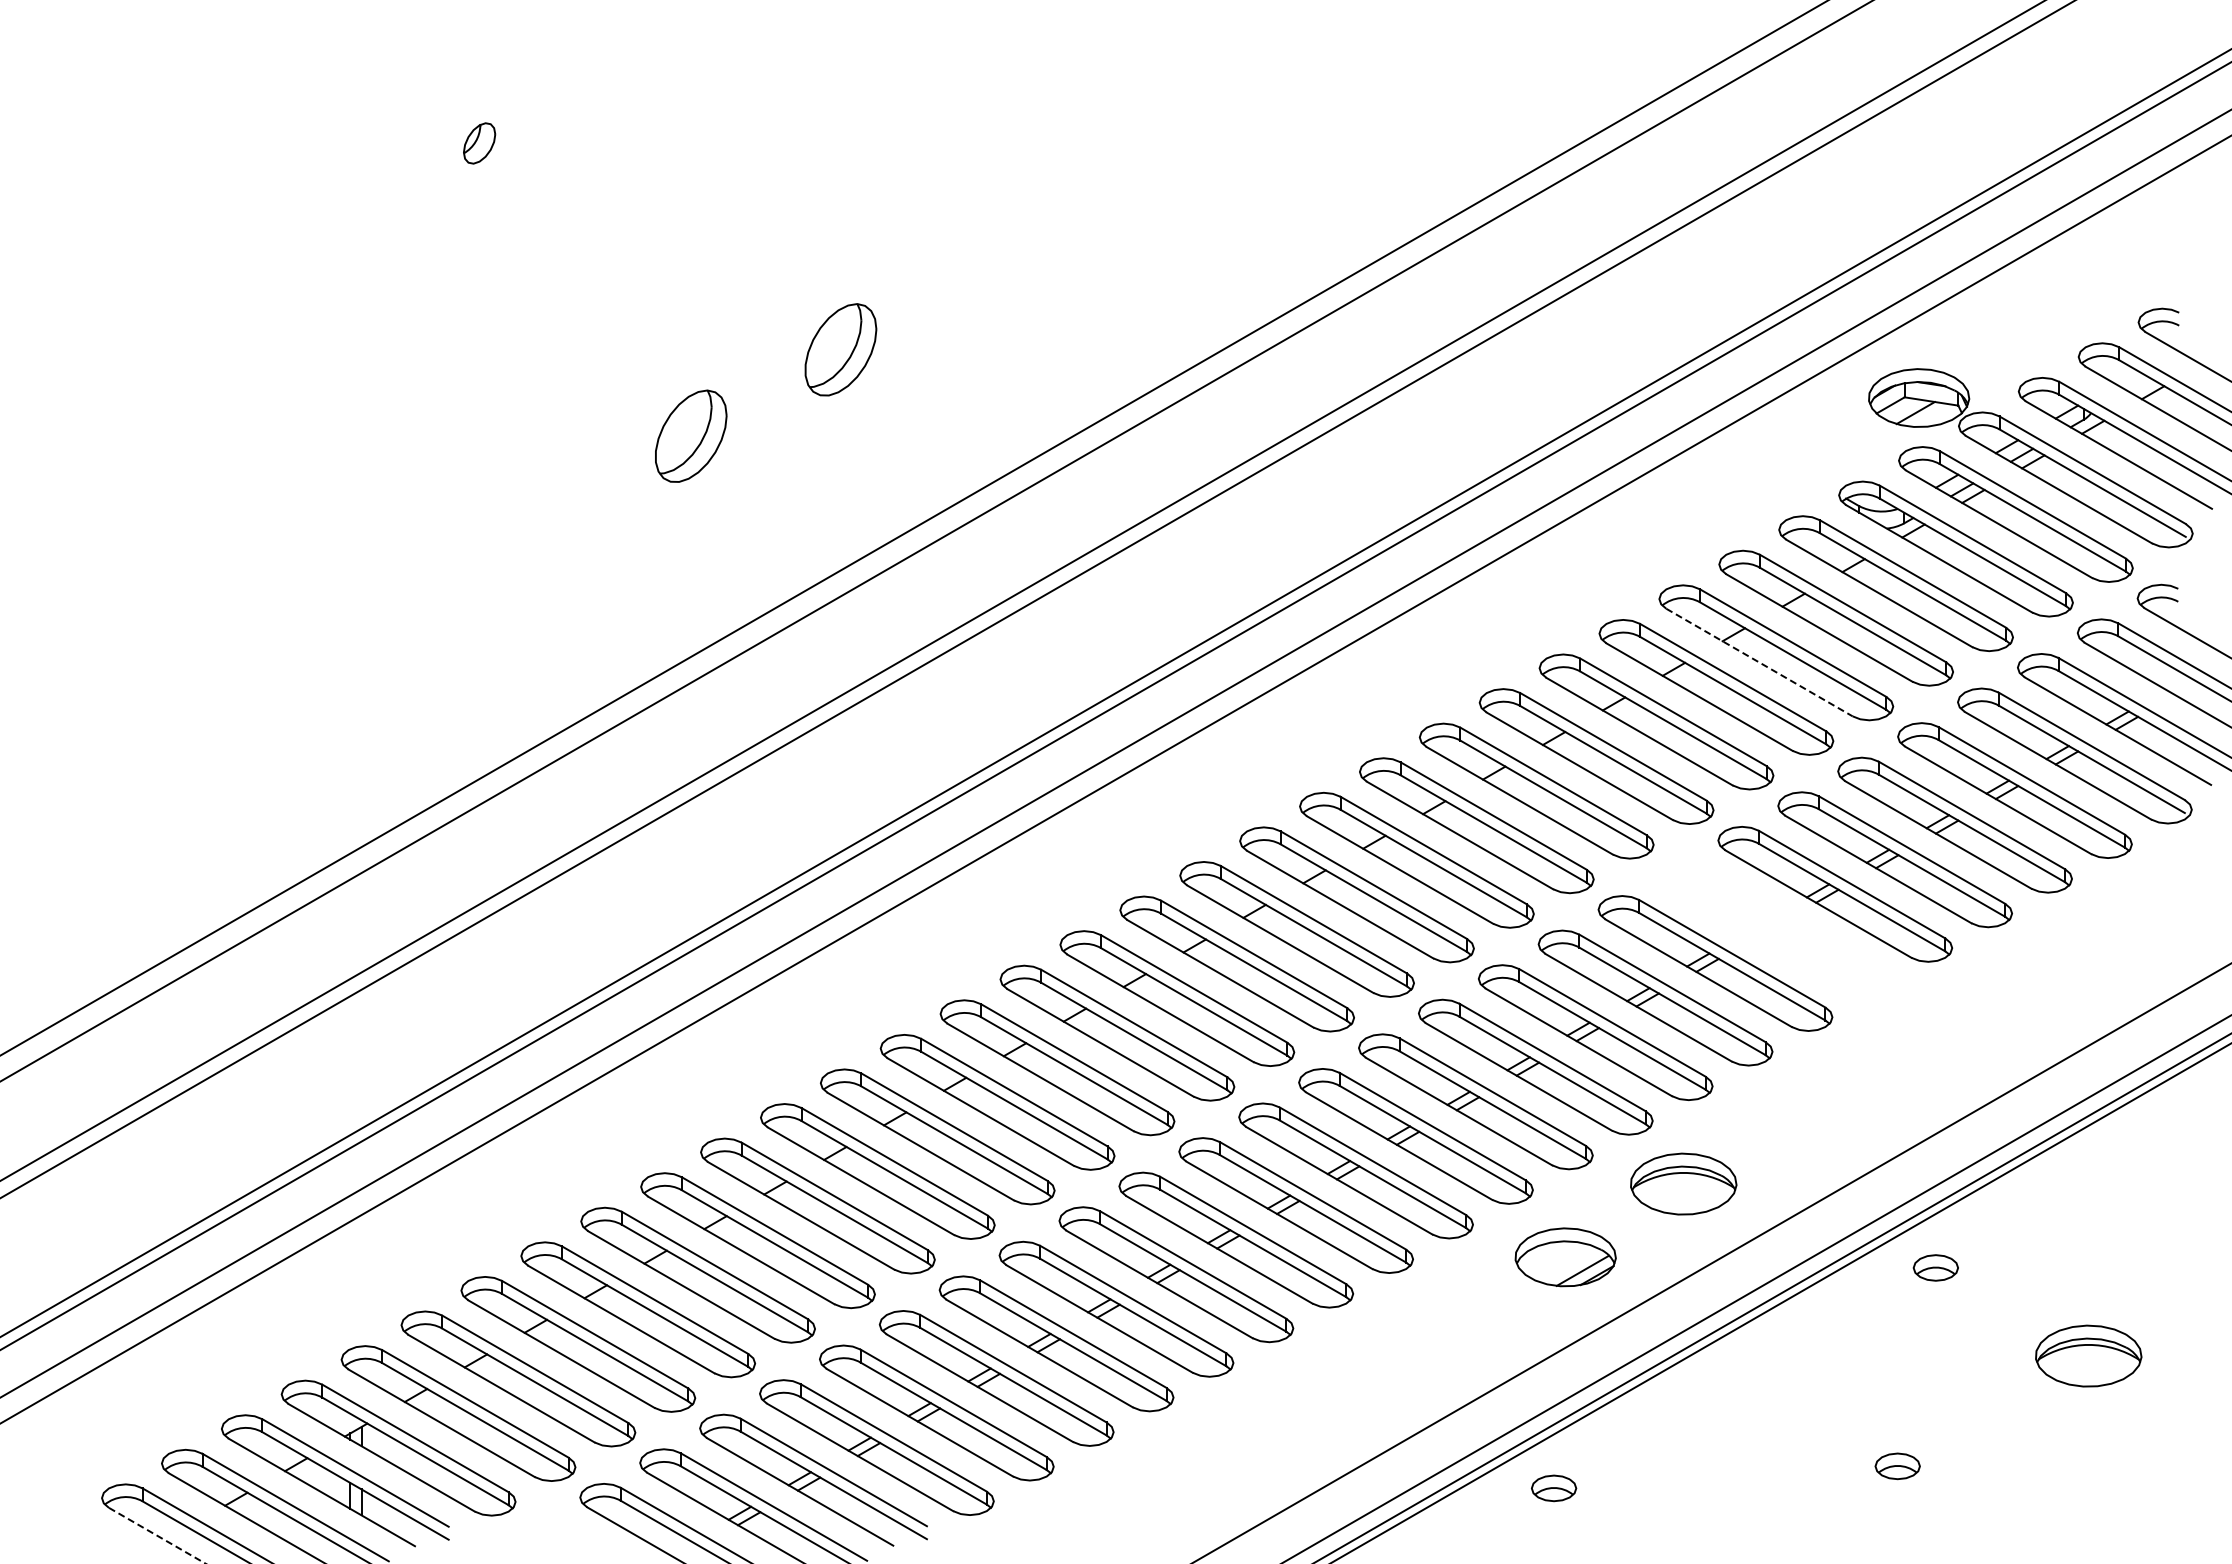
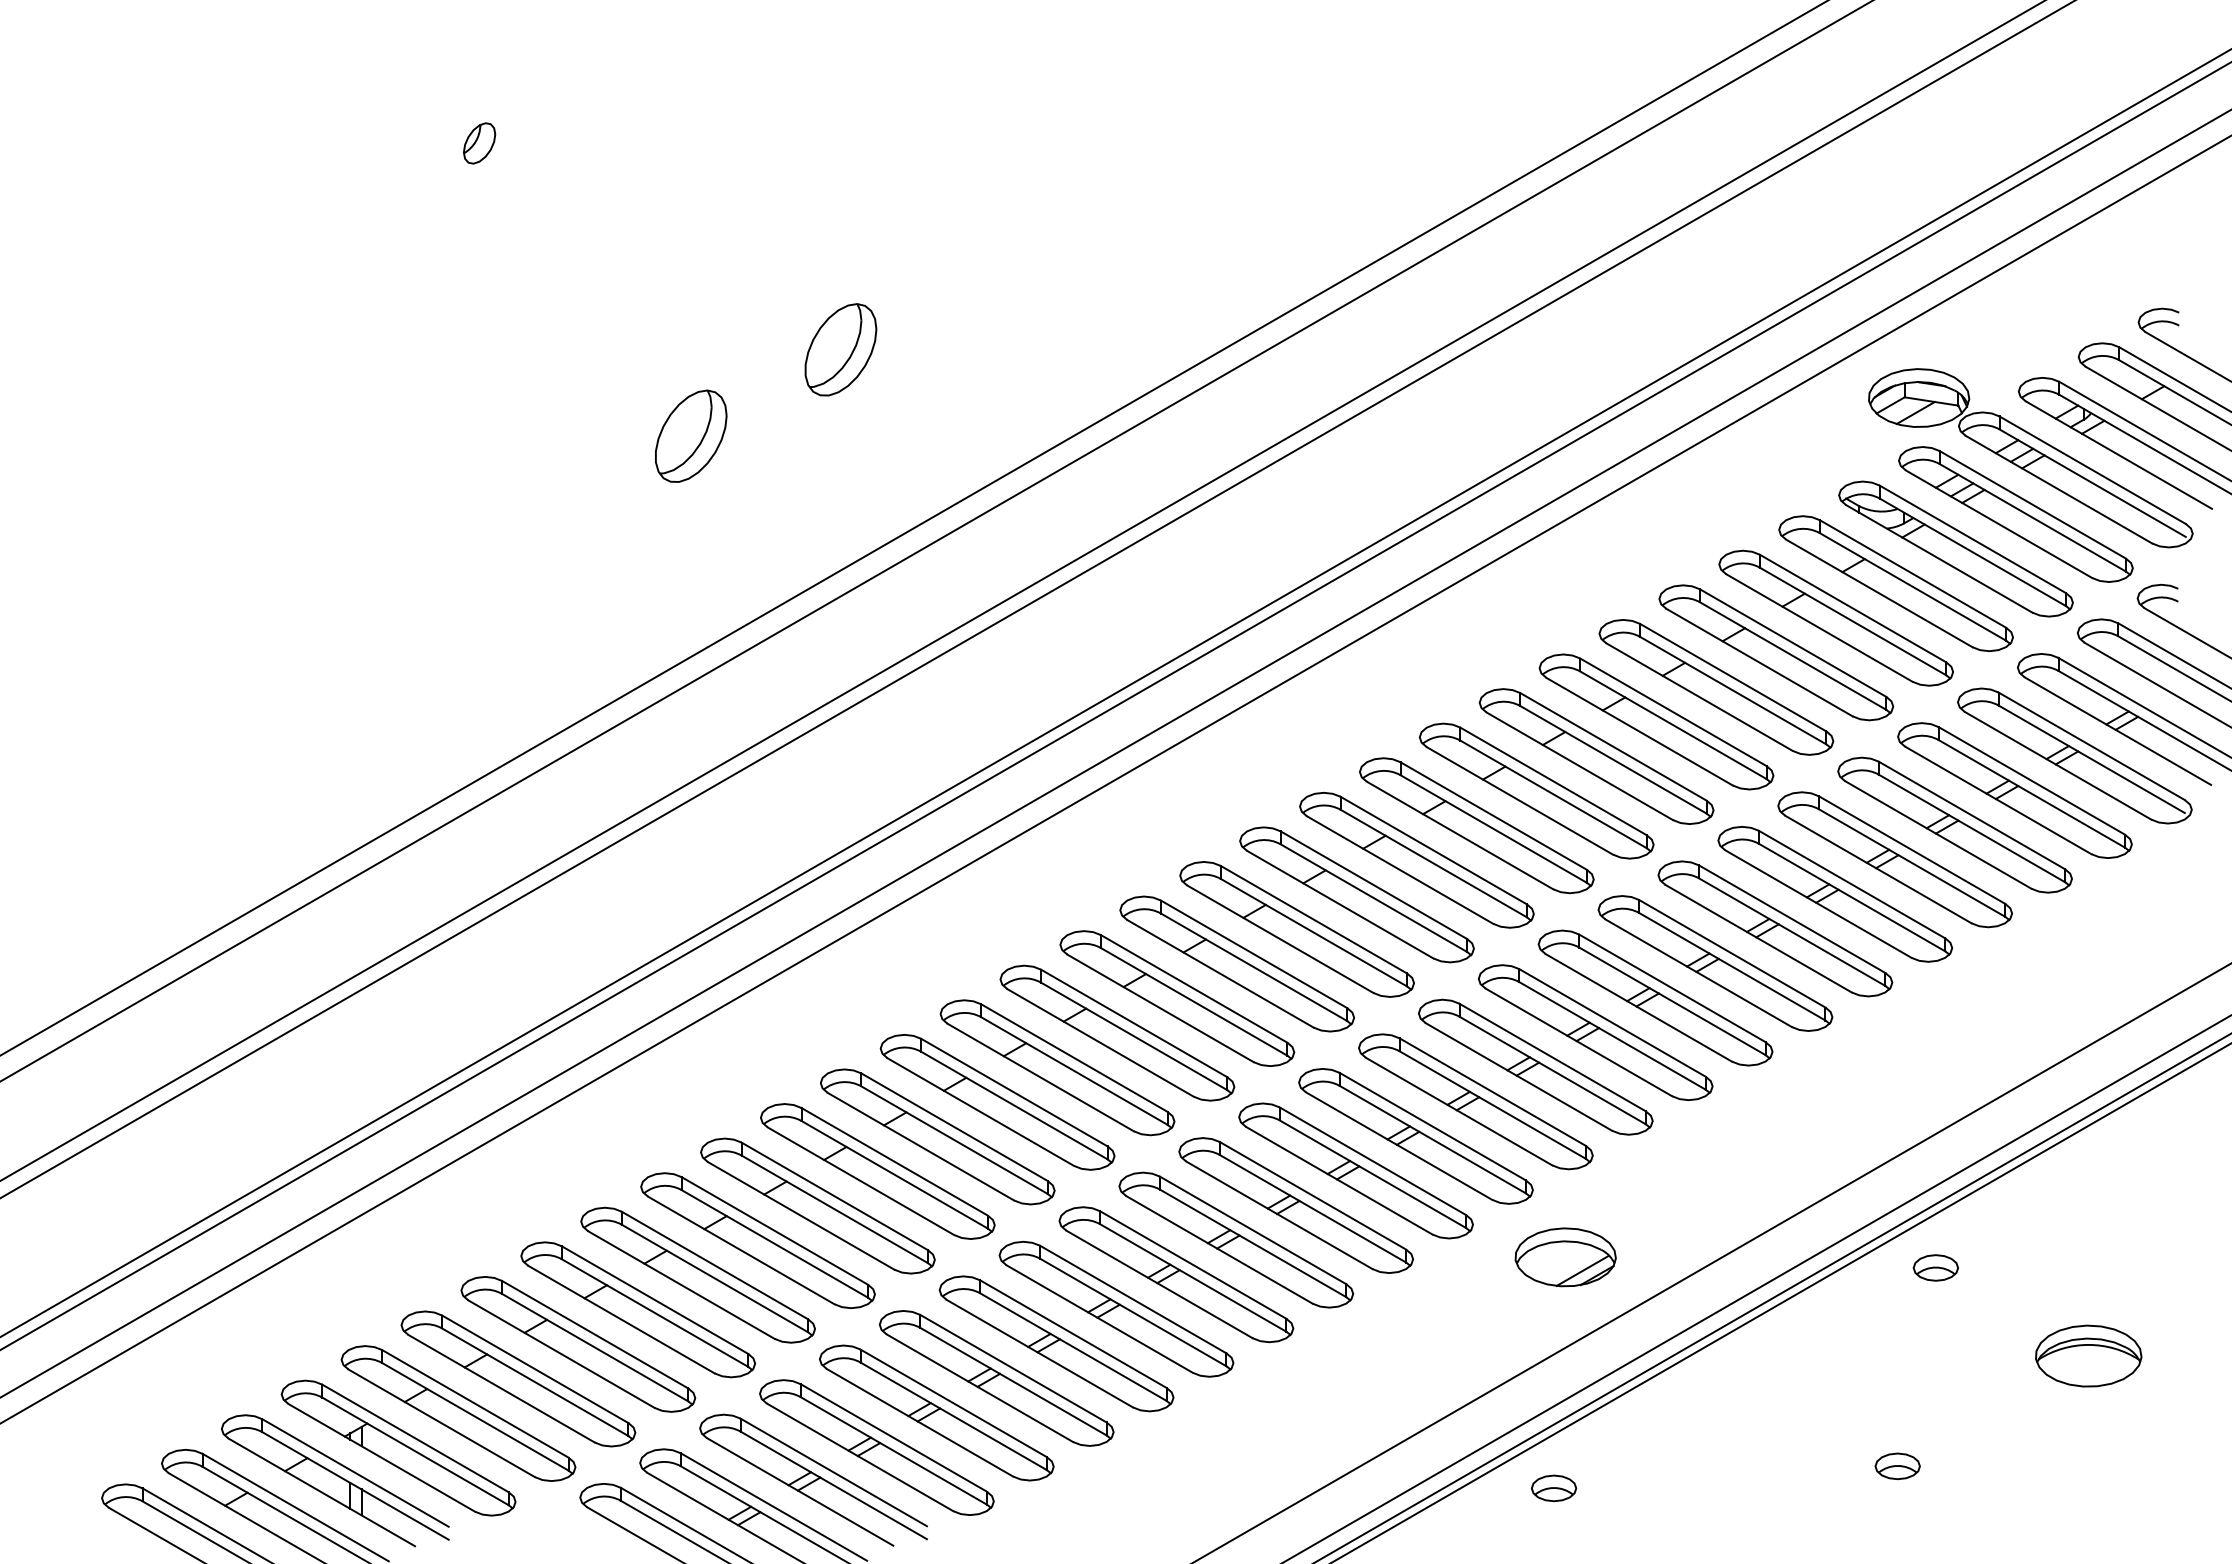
line at (1759, 662): dashed -> solid
part at (1775, 928): none -> present
part at (1683, 1183): present -> none
line at (157, 1535): dashed -> solid
